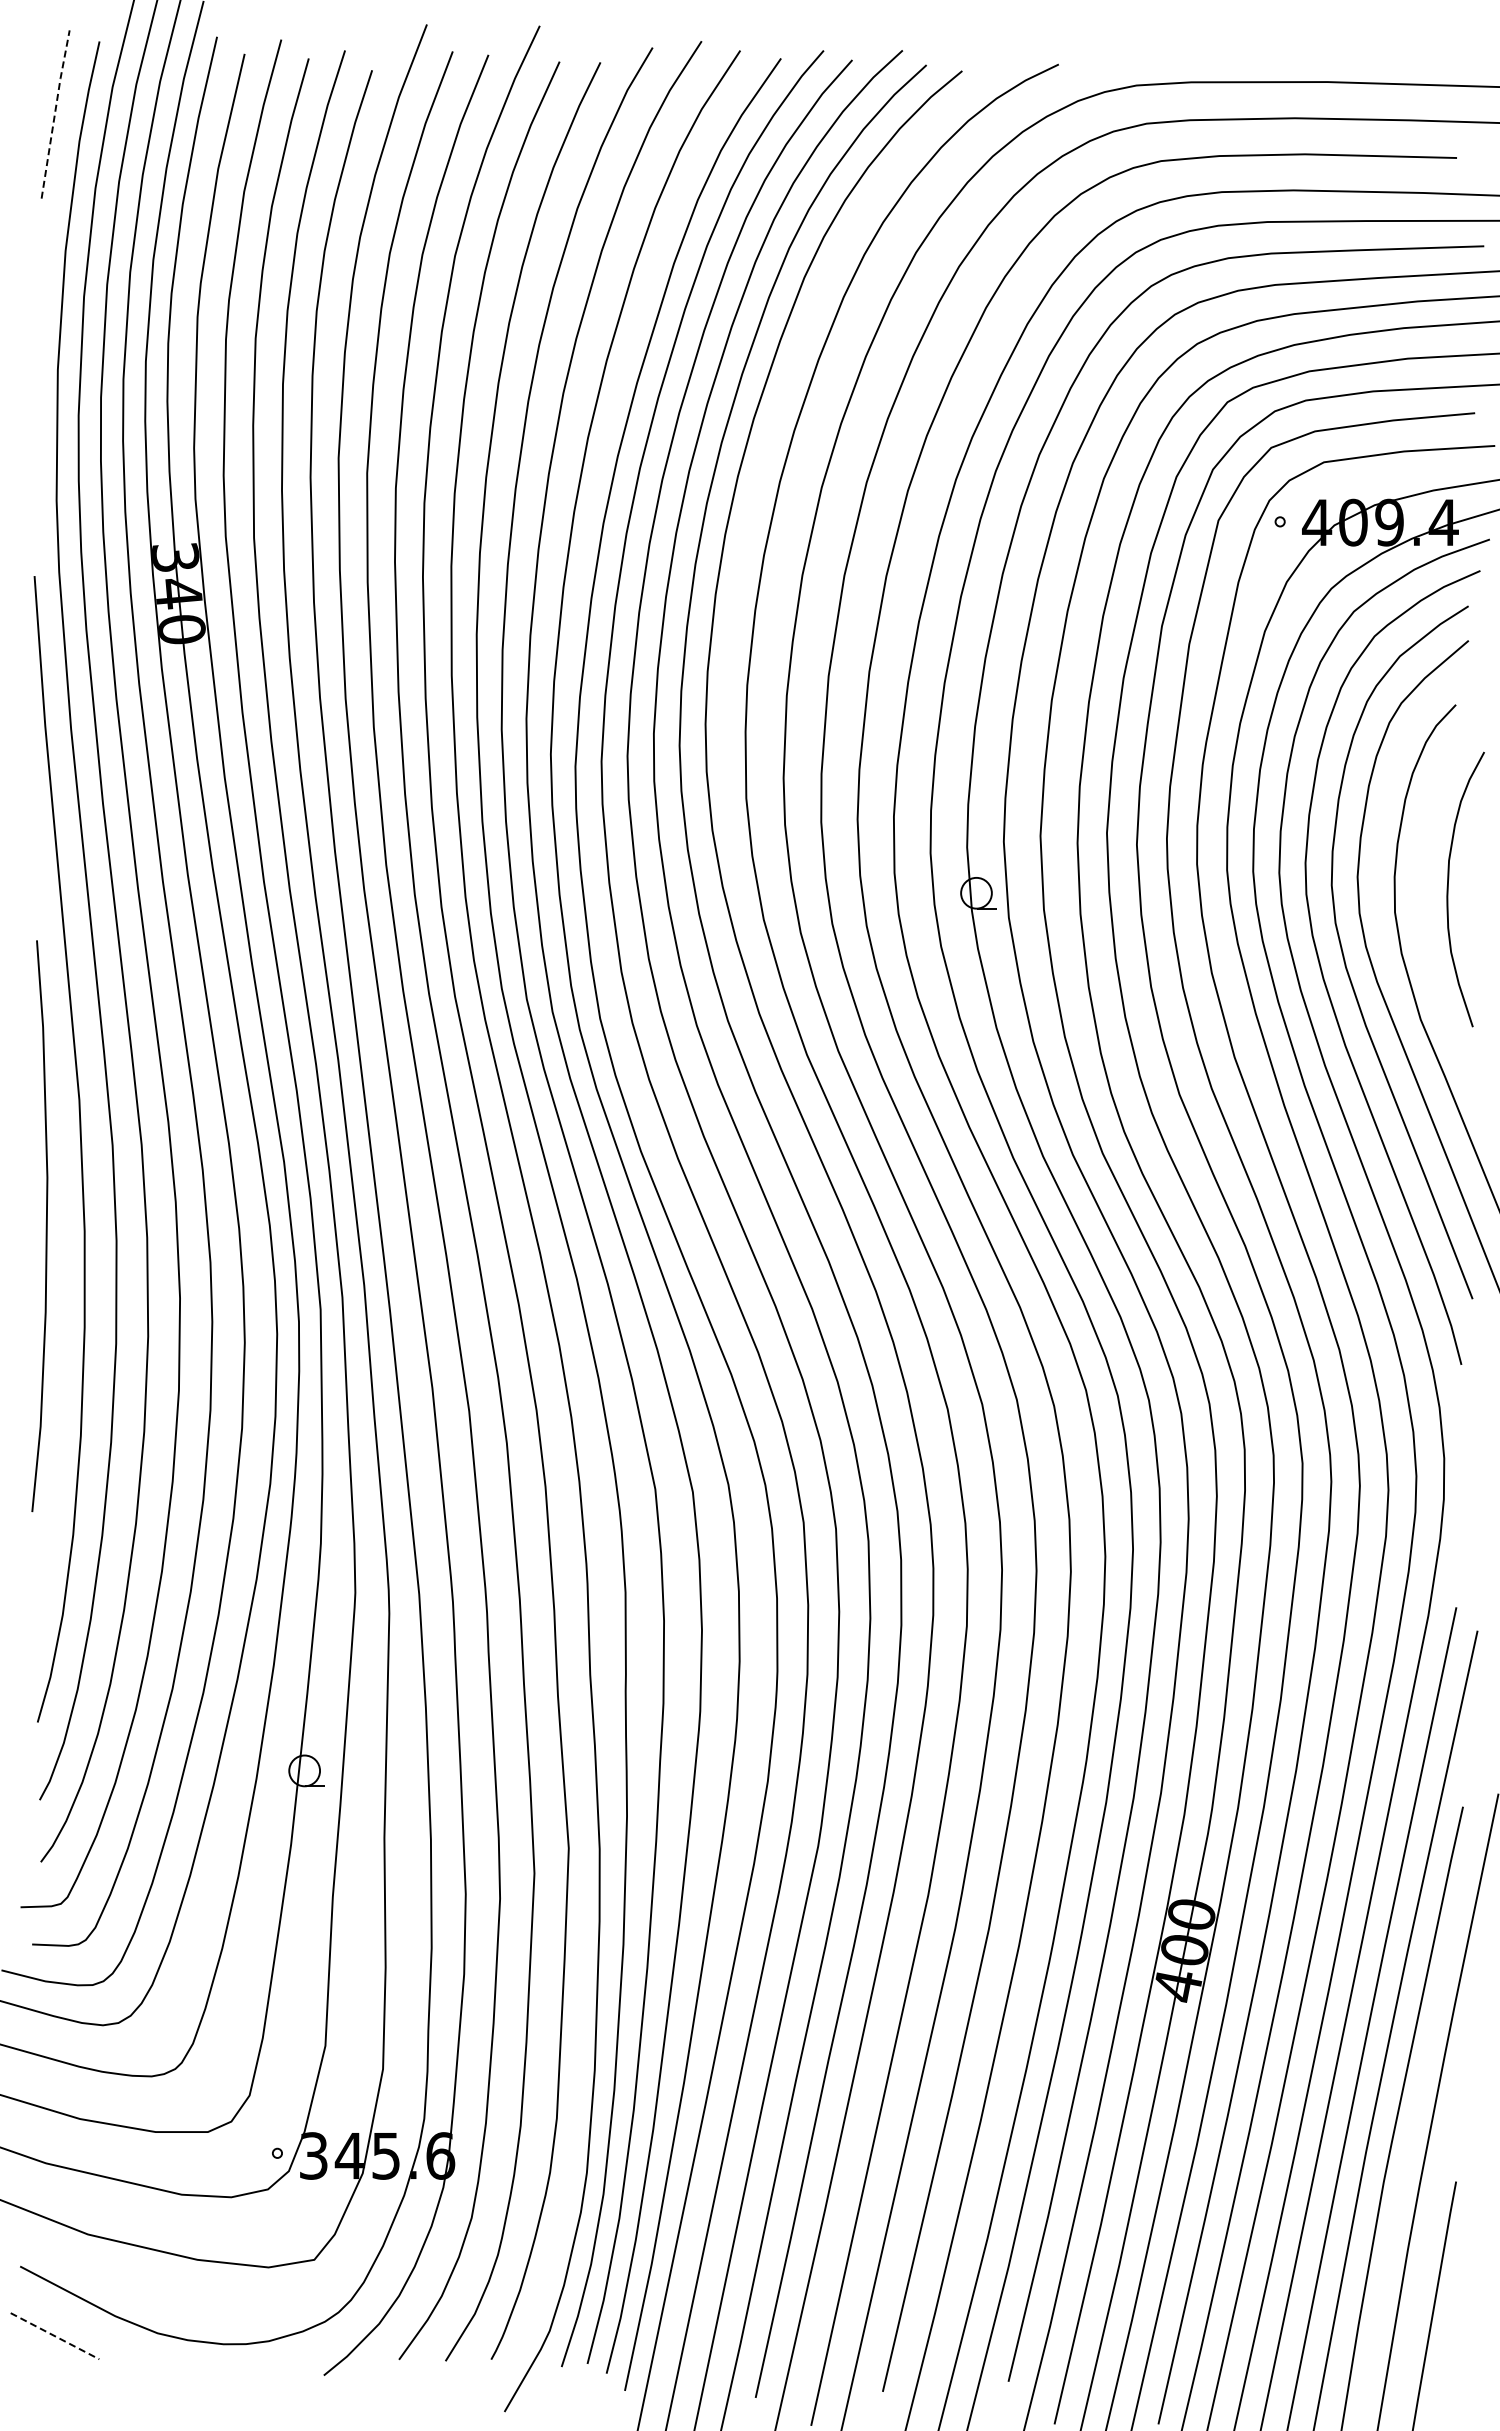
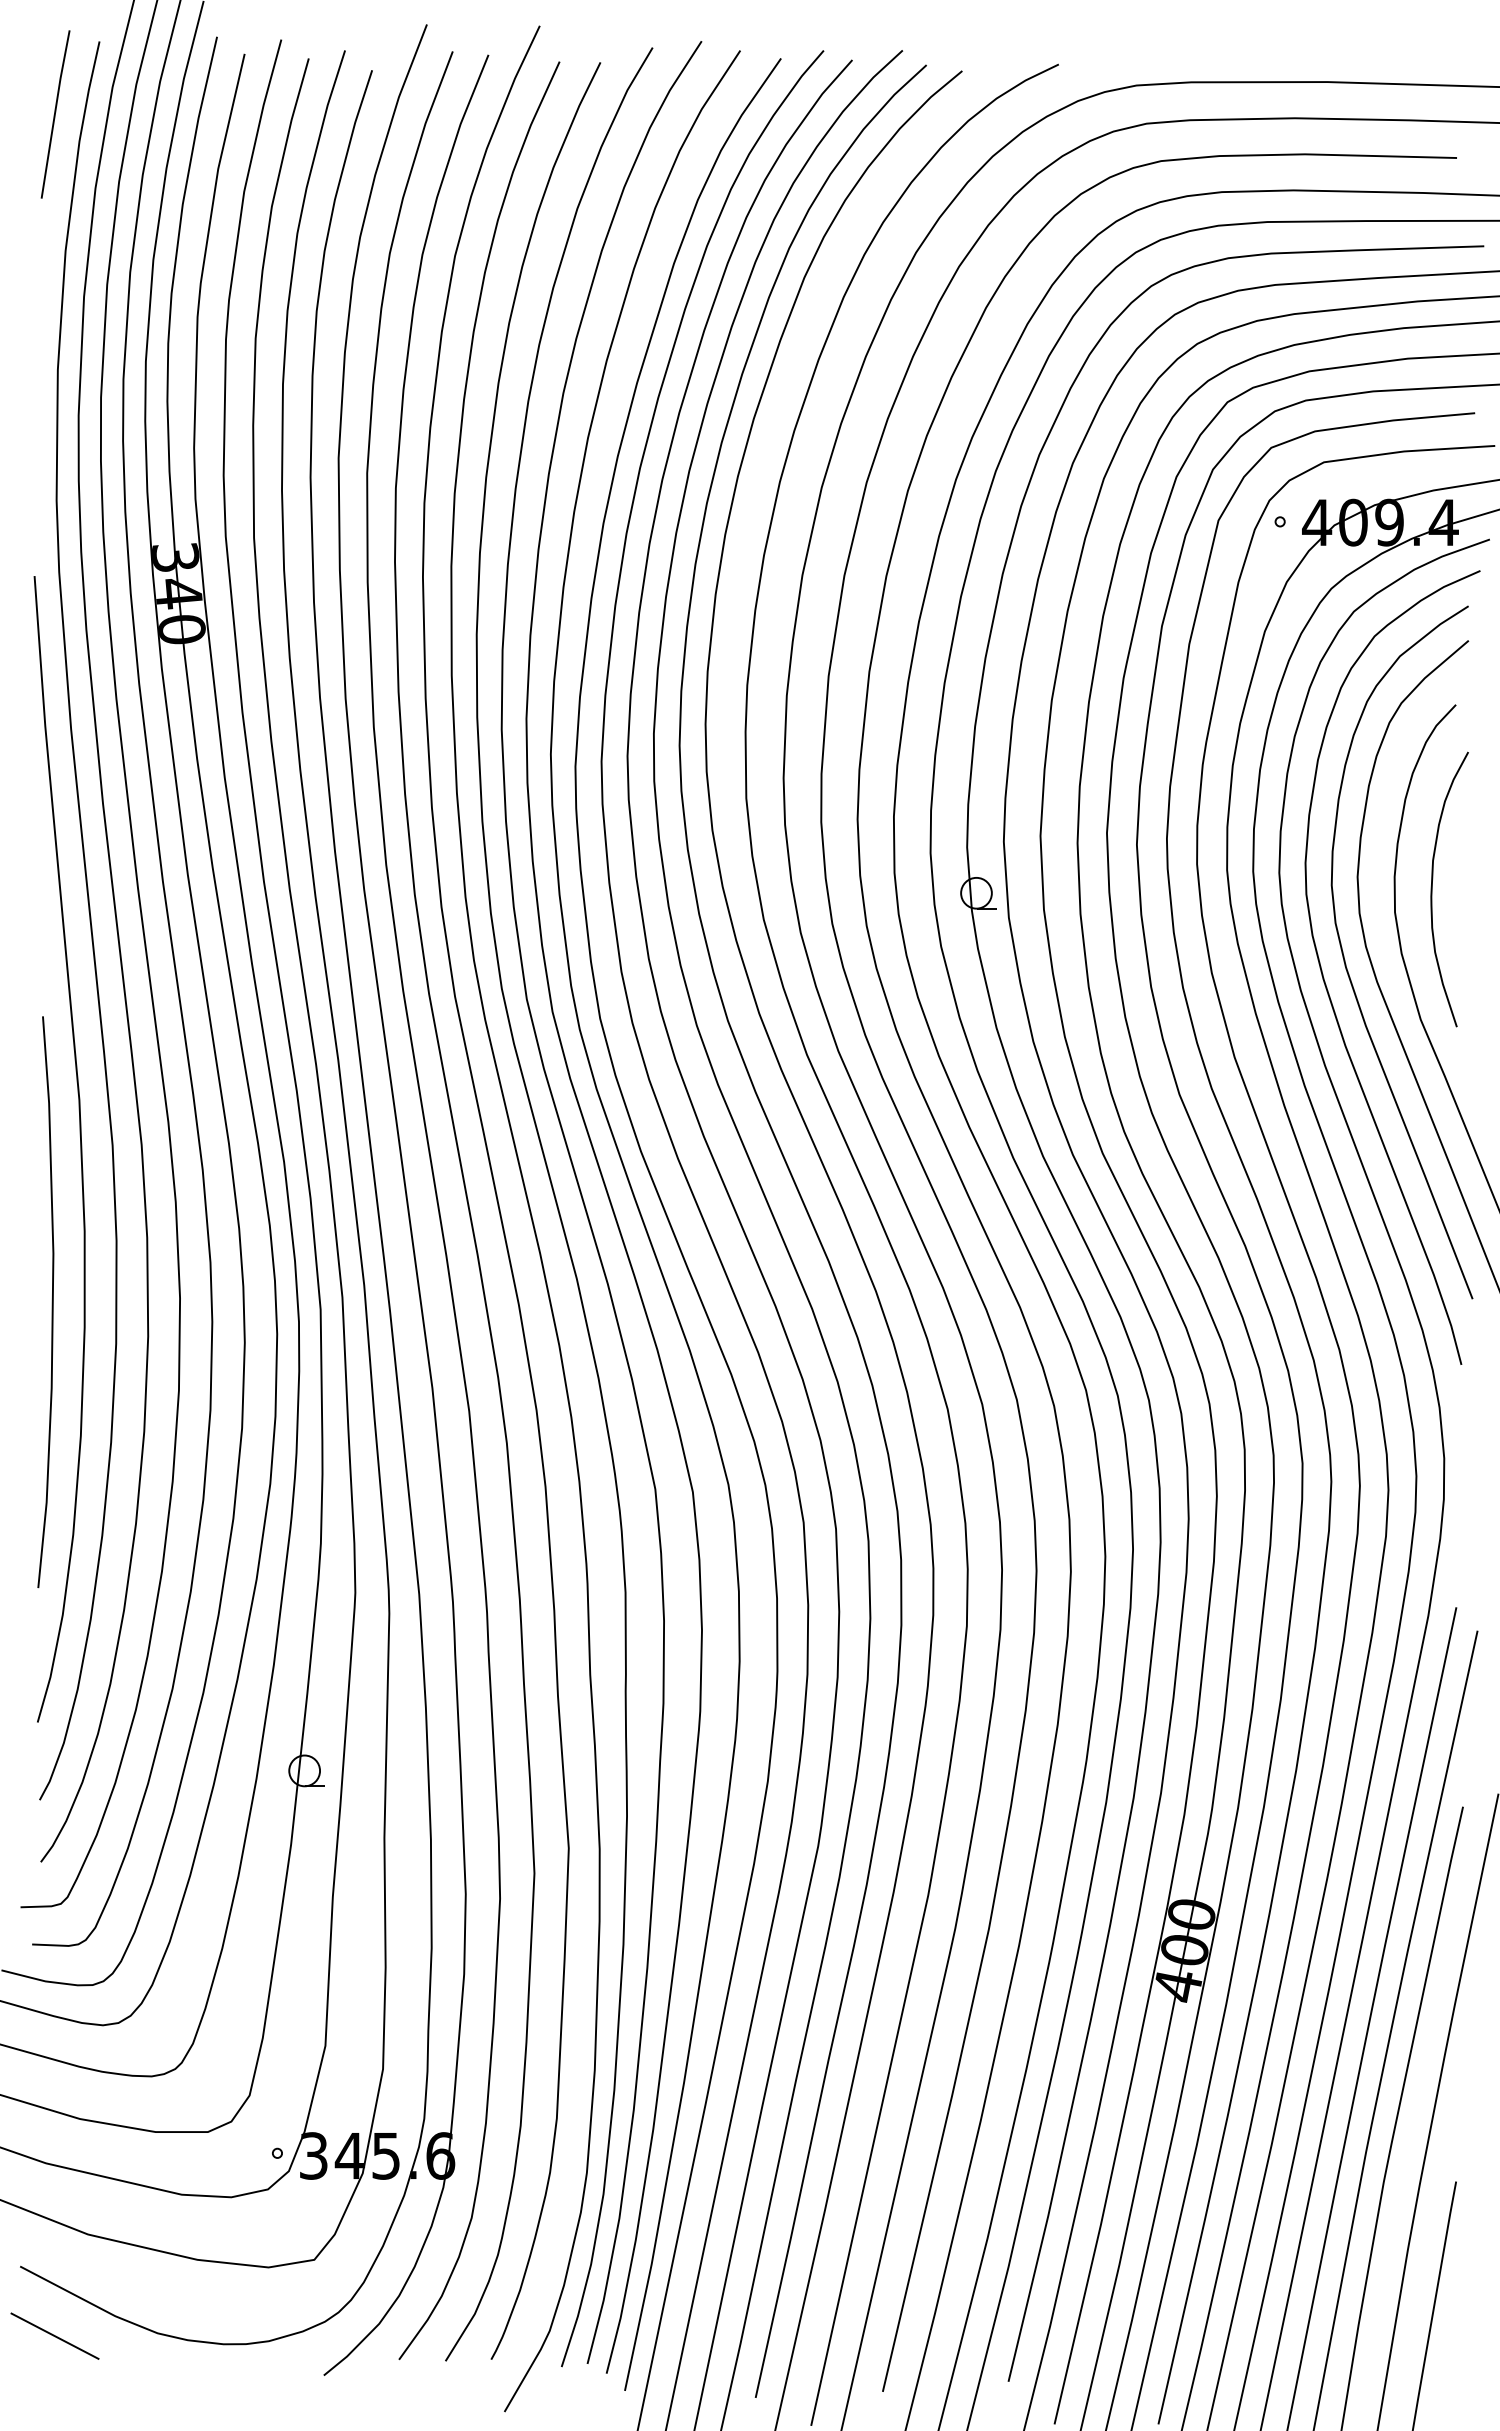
line at (54, 113): dashed -> solid
curve at (1448, 889) position: (1448, 889) -> (1432, 889)
curve at (45, 1226) position: (45, 1226) -> (51, 1302)
line at (55, 2336): dashed -> solid
